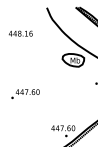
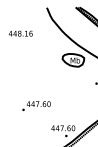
text at (25, 94) position: (25, 94) -> (36, 106)
